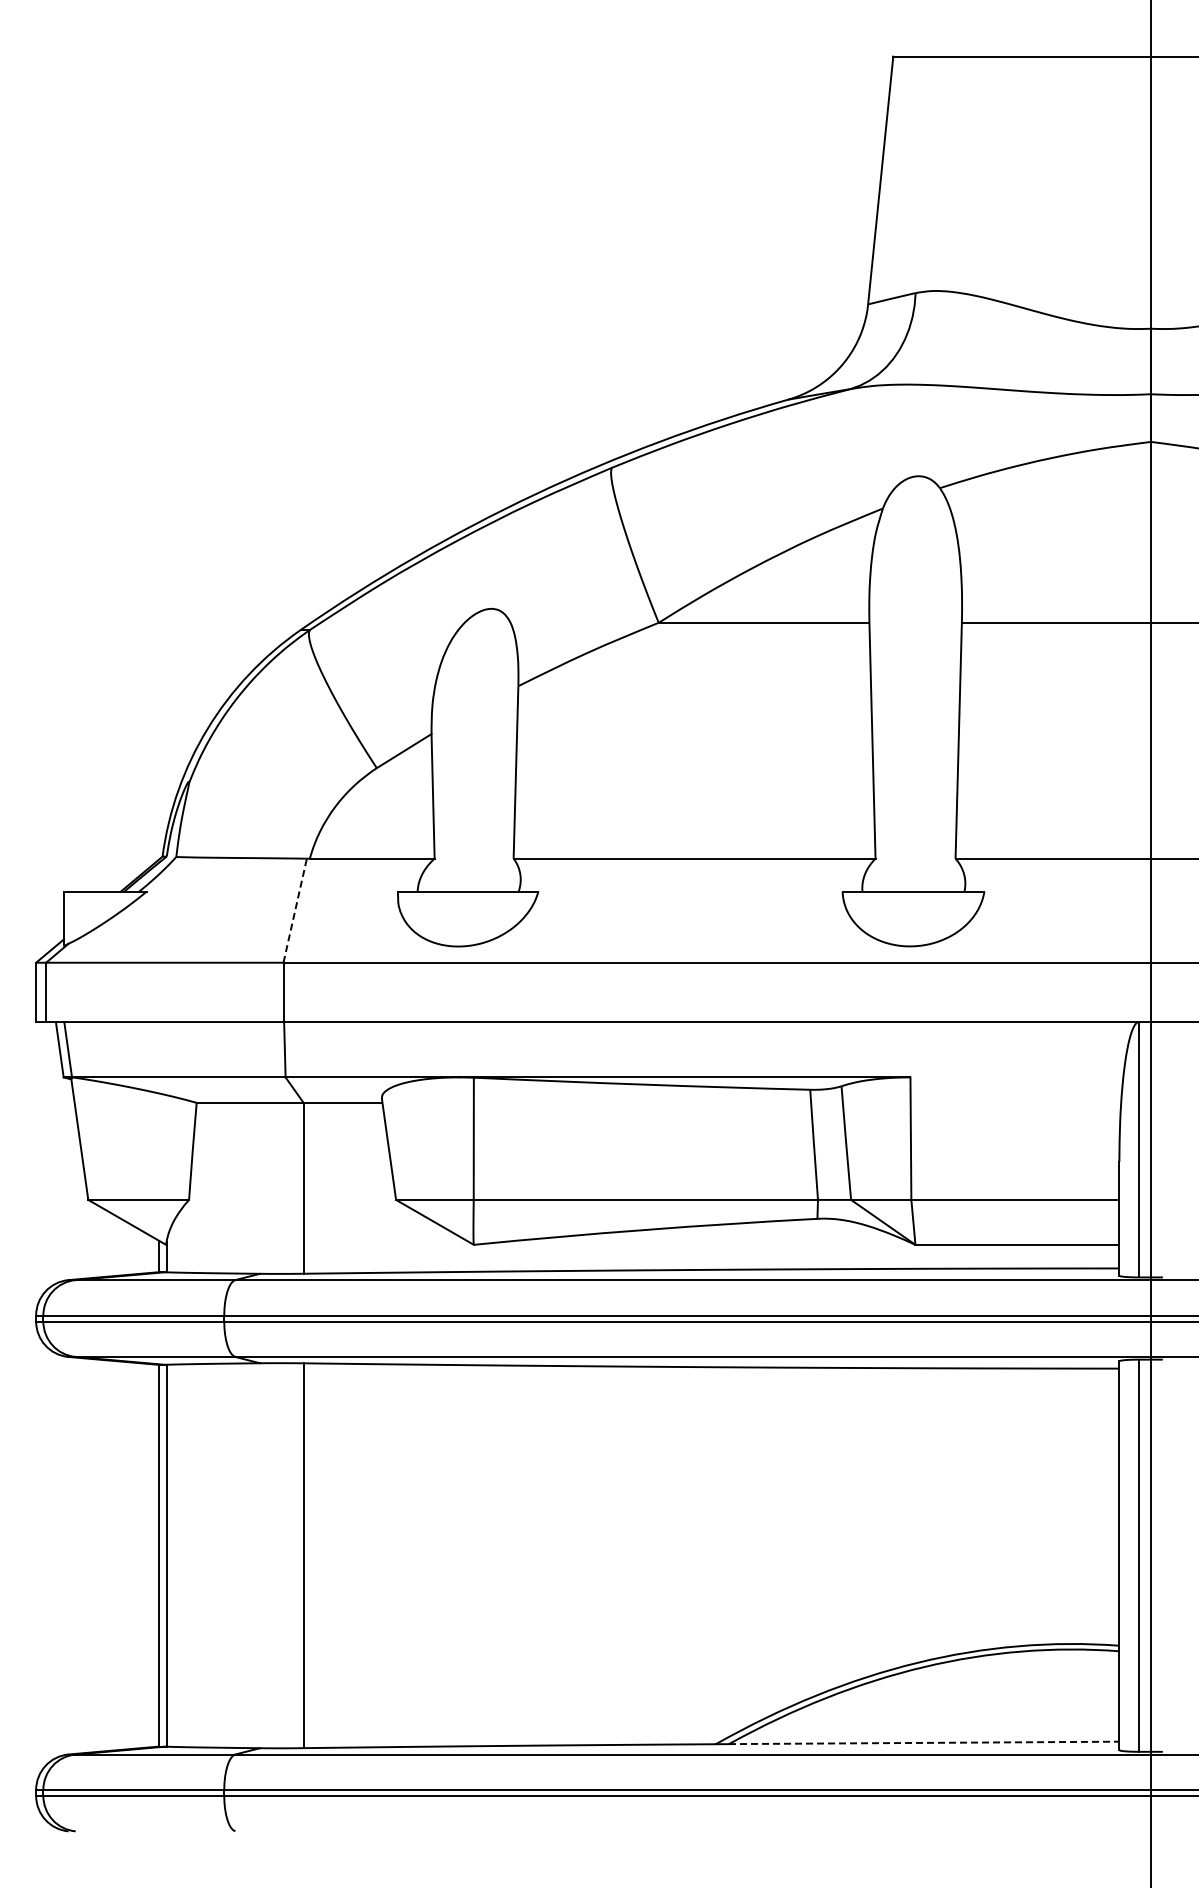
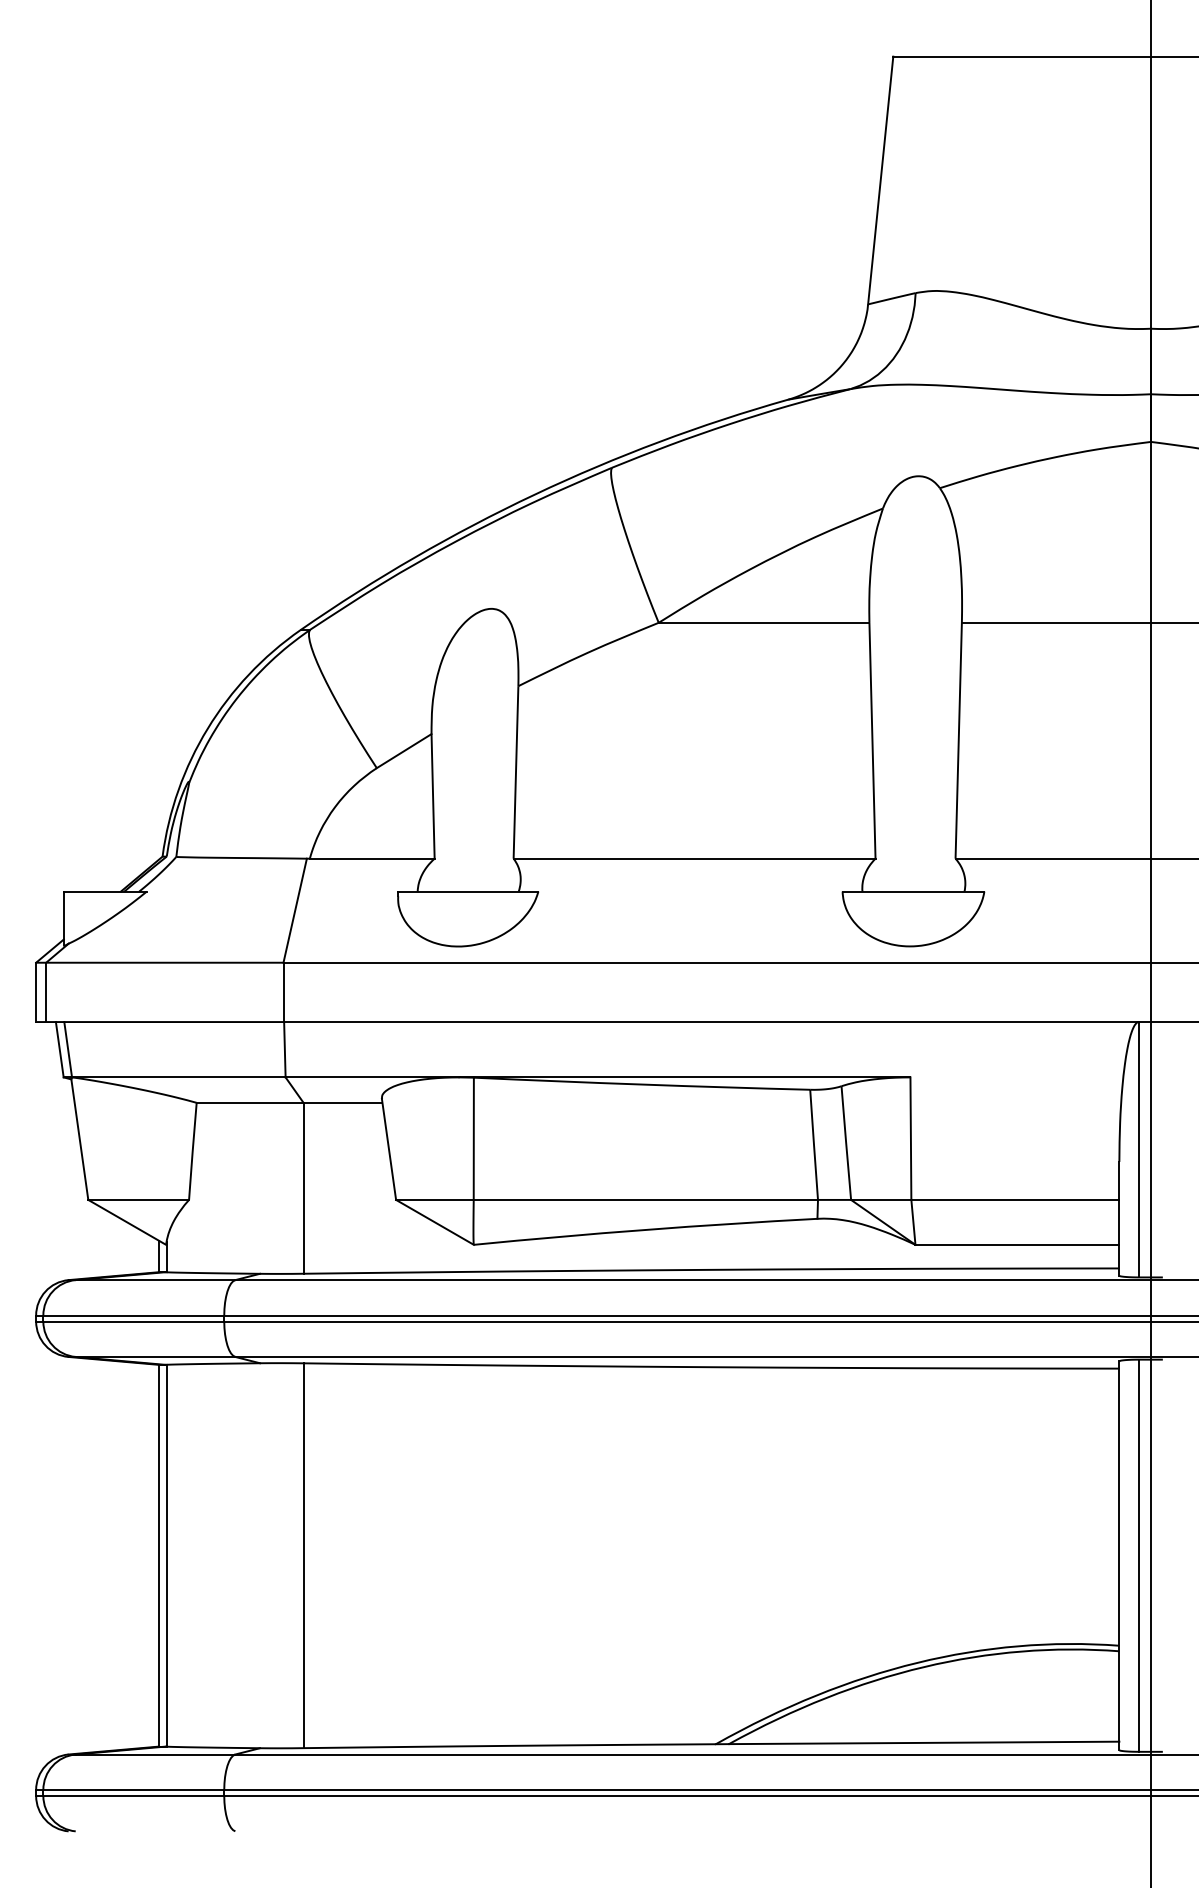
line at (295, 910): dashed -> solid
line at (924, 1742): dashed -> solid
